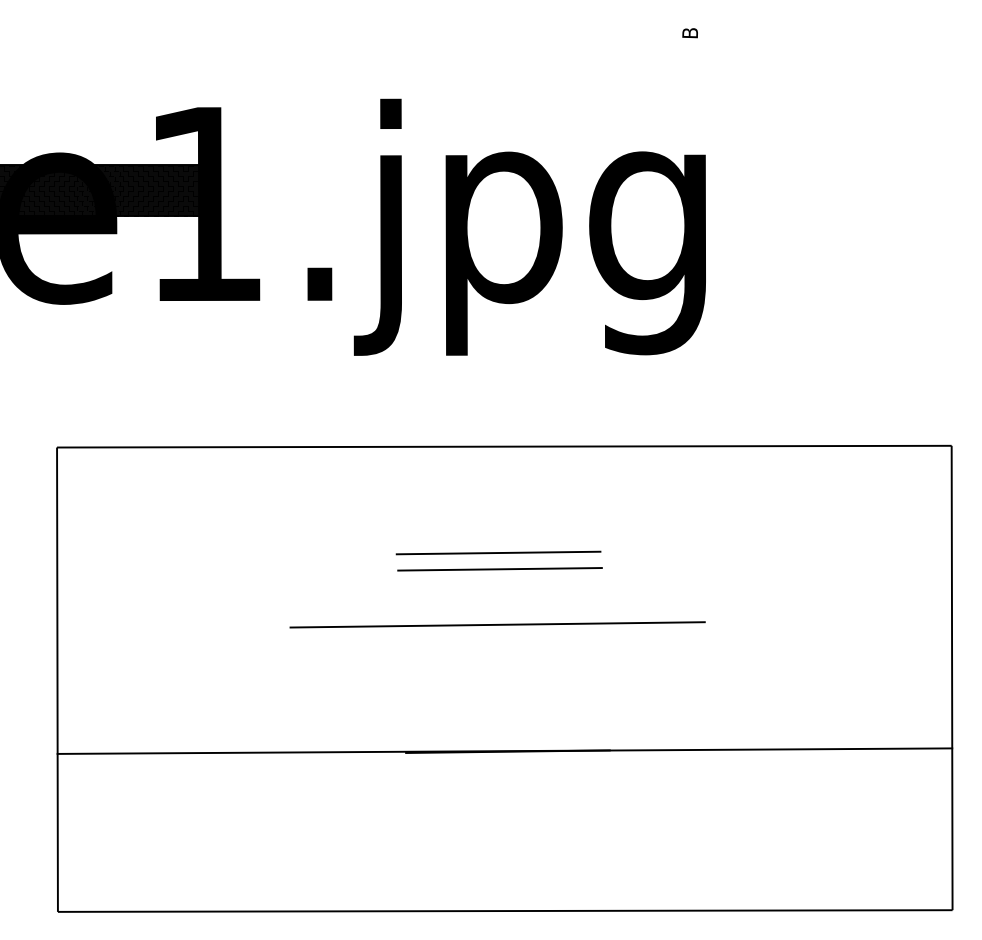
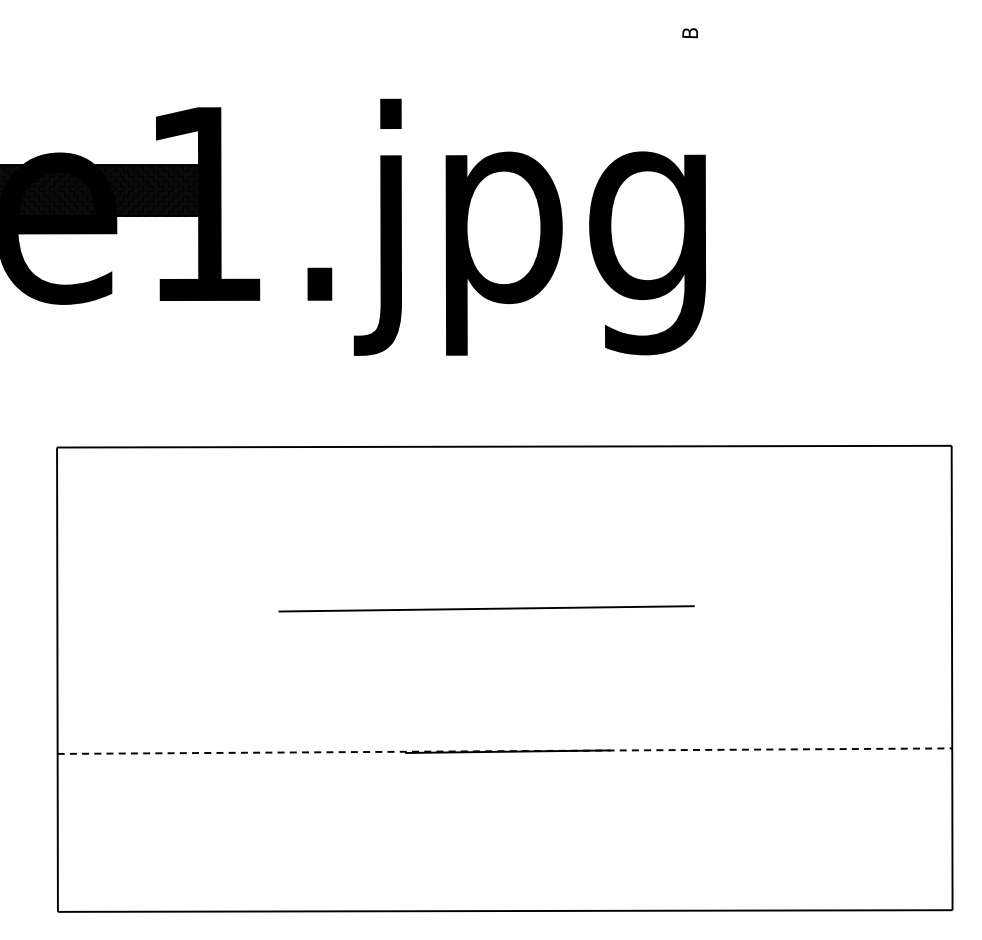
line at (498, 552): present -> none
line at (499, 569): present -> none
line at (497, 624) position: (497, 624) -> (486, 608)
line at (505, 751): solid -> dashed
